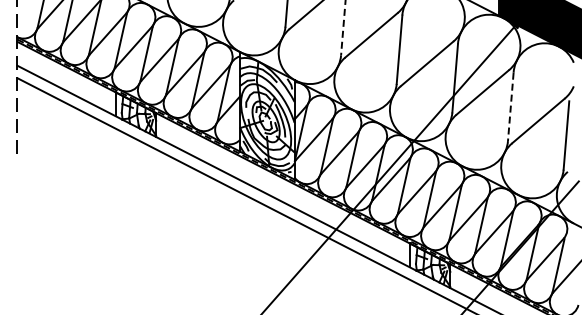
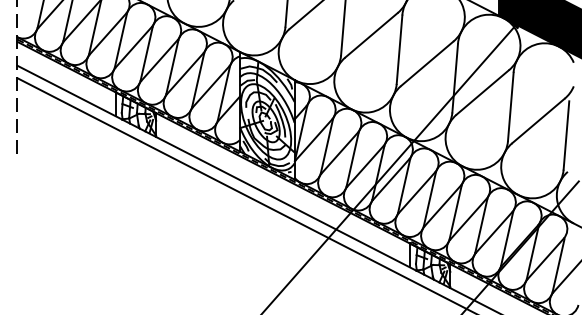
line at (343, 28): dashed -> solid
line at (510, 107): dashed -> solid
